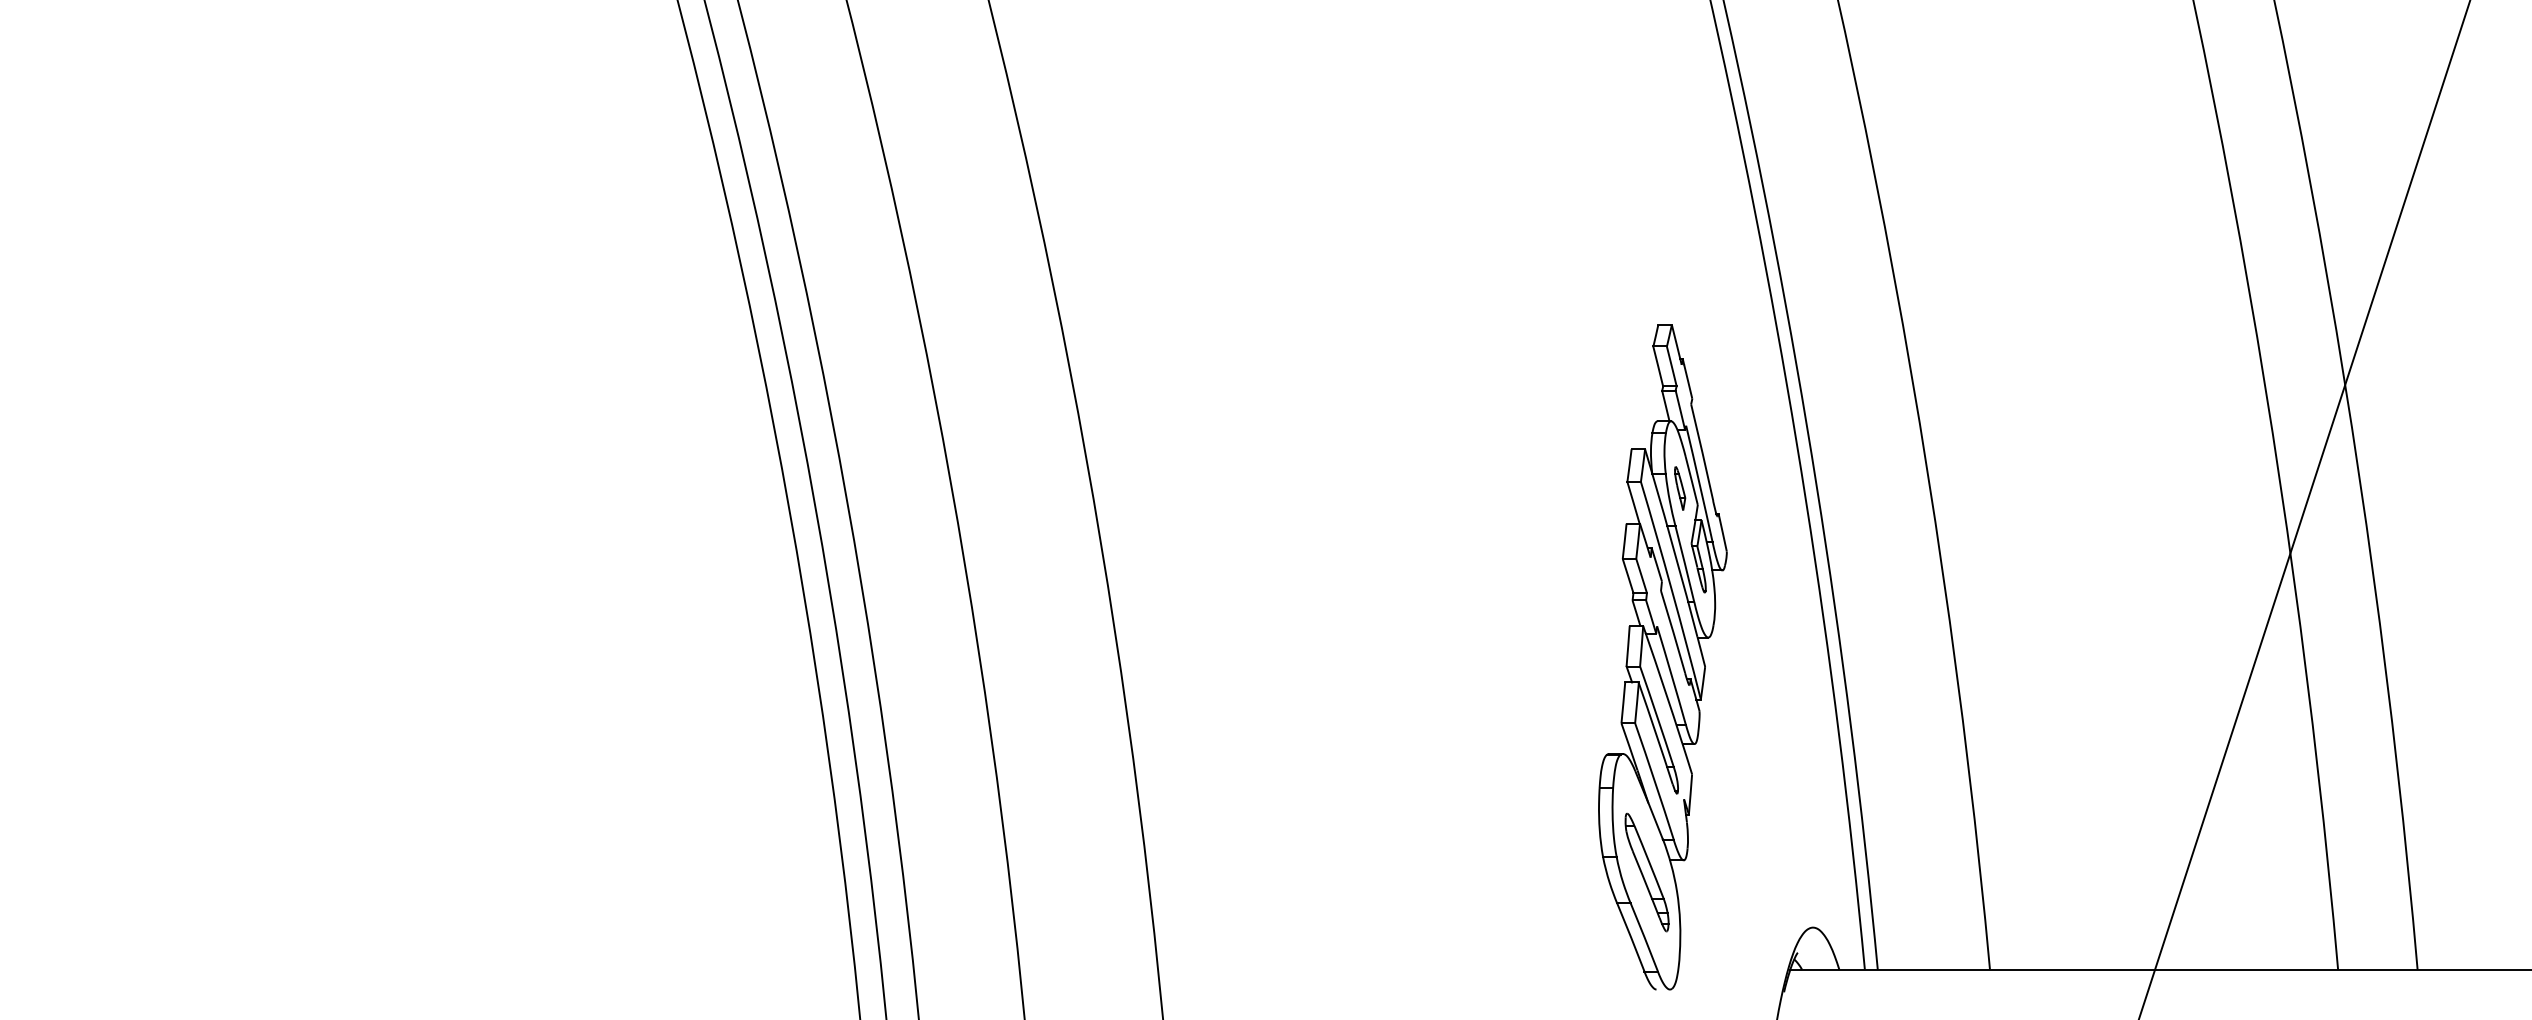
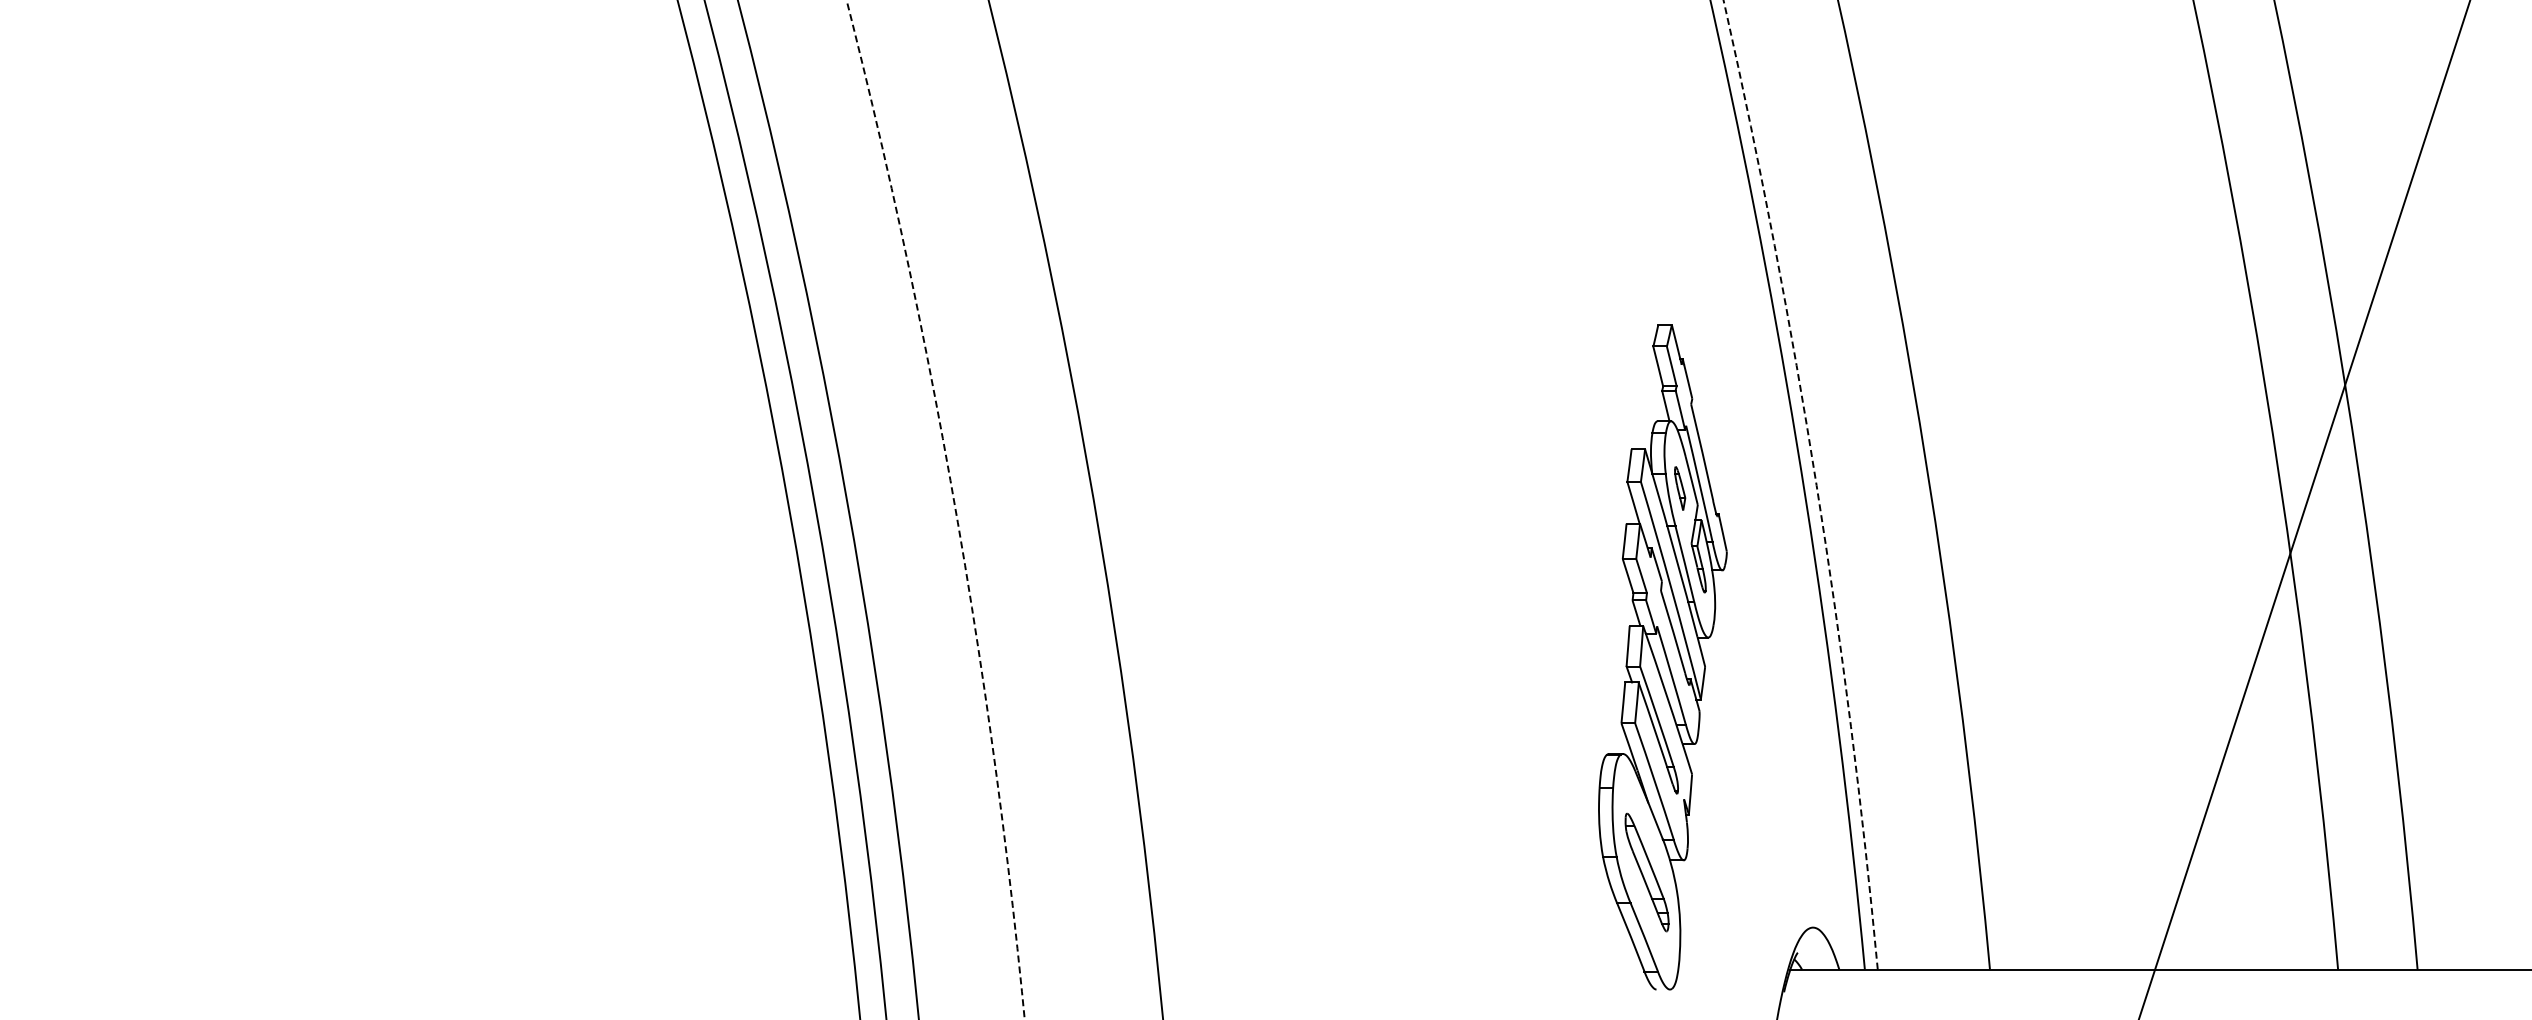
arc at (1816, 483): solid -> dashed
circle at (935, 509): solid -> dashed
